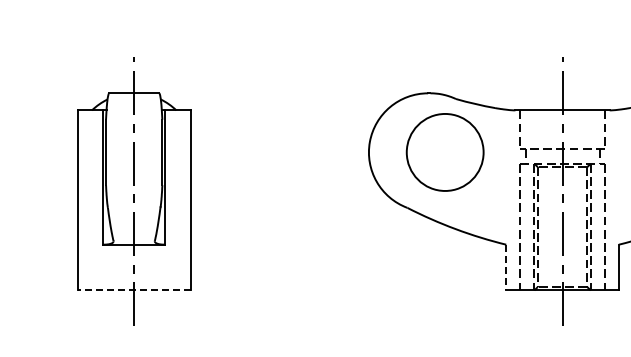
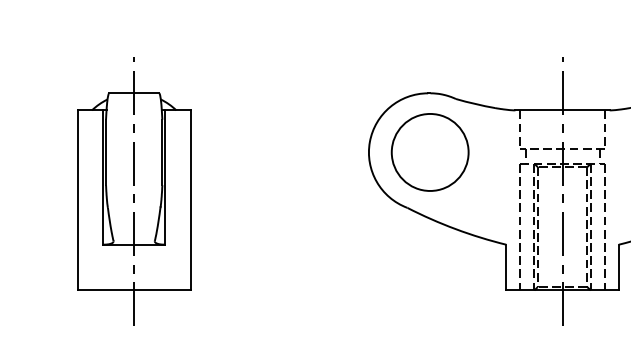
part at (444, 152) position: (444, 152) -> (429, 152)
line at (506, 267): dashed -> solid
line at (133, 290): dashed -> solid
